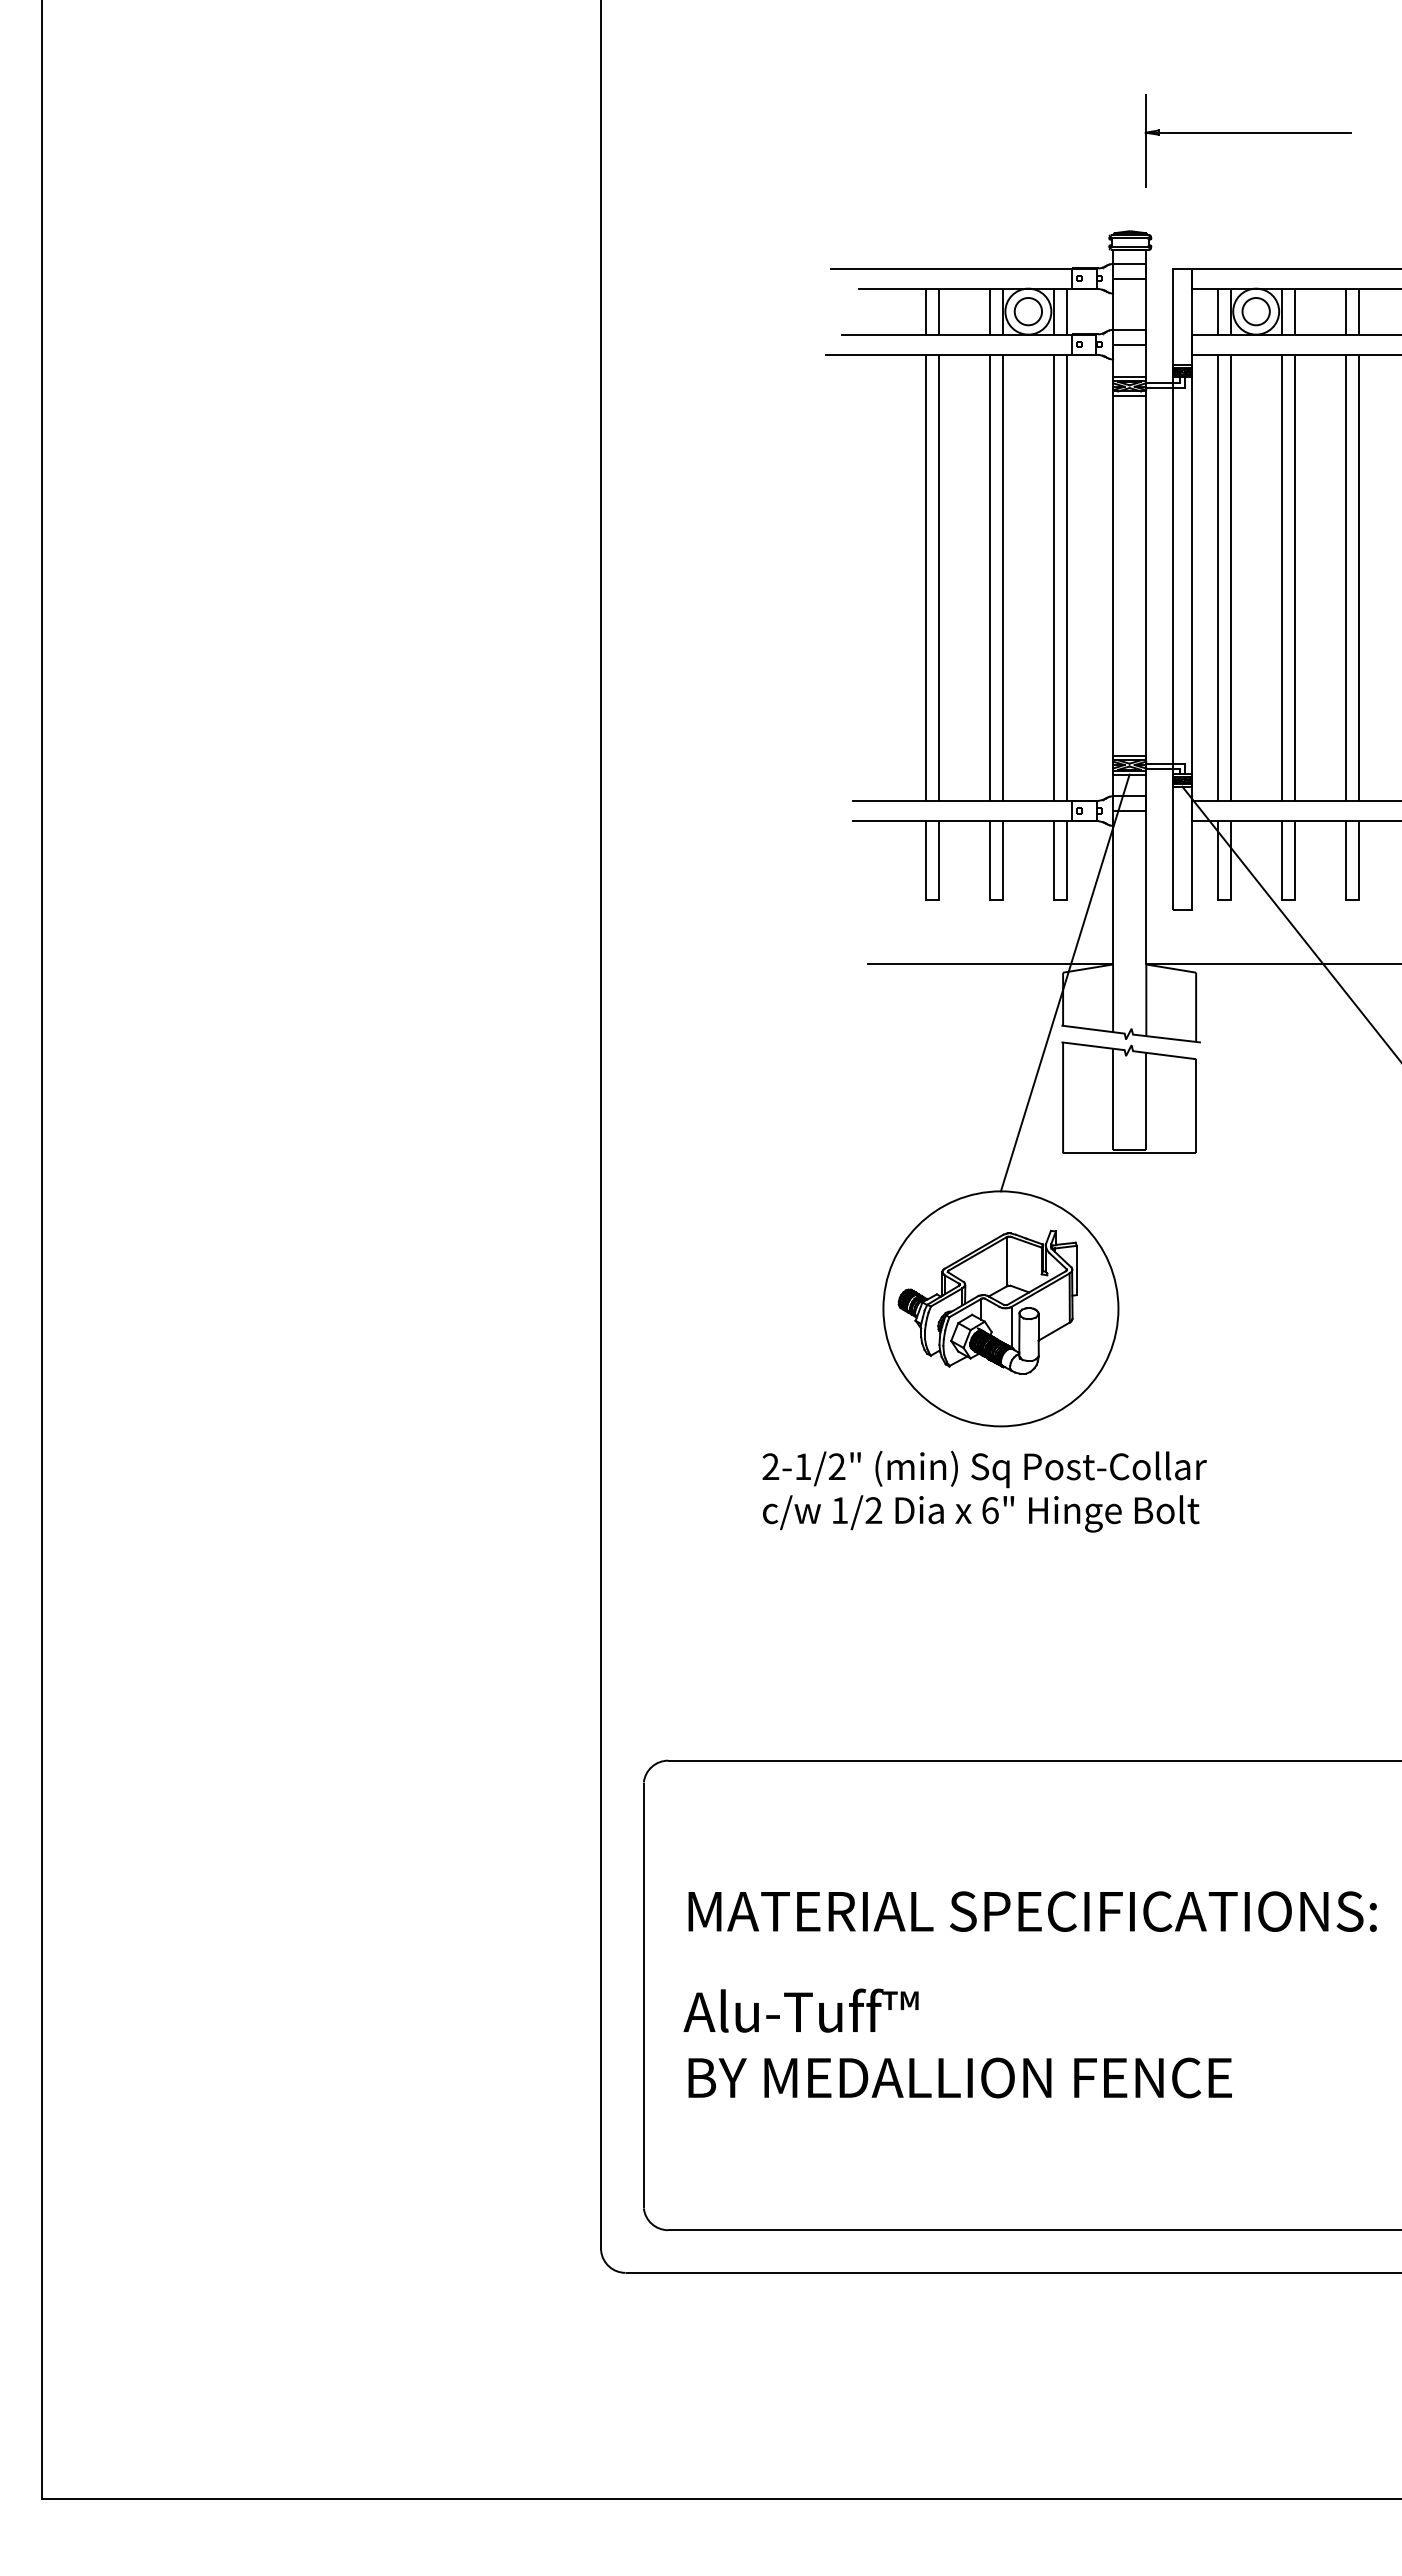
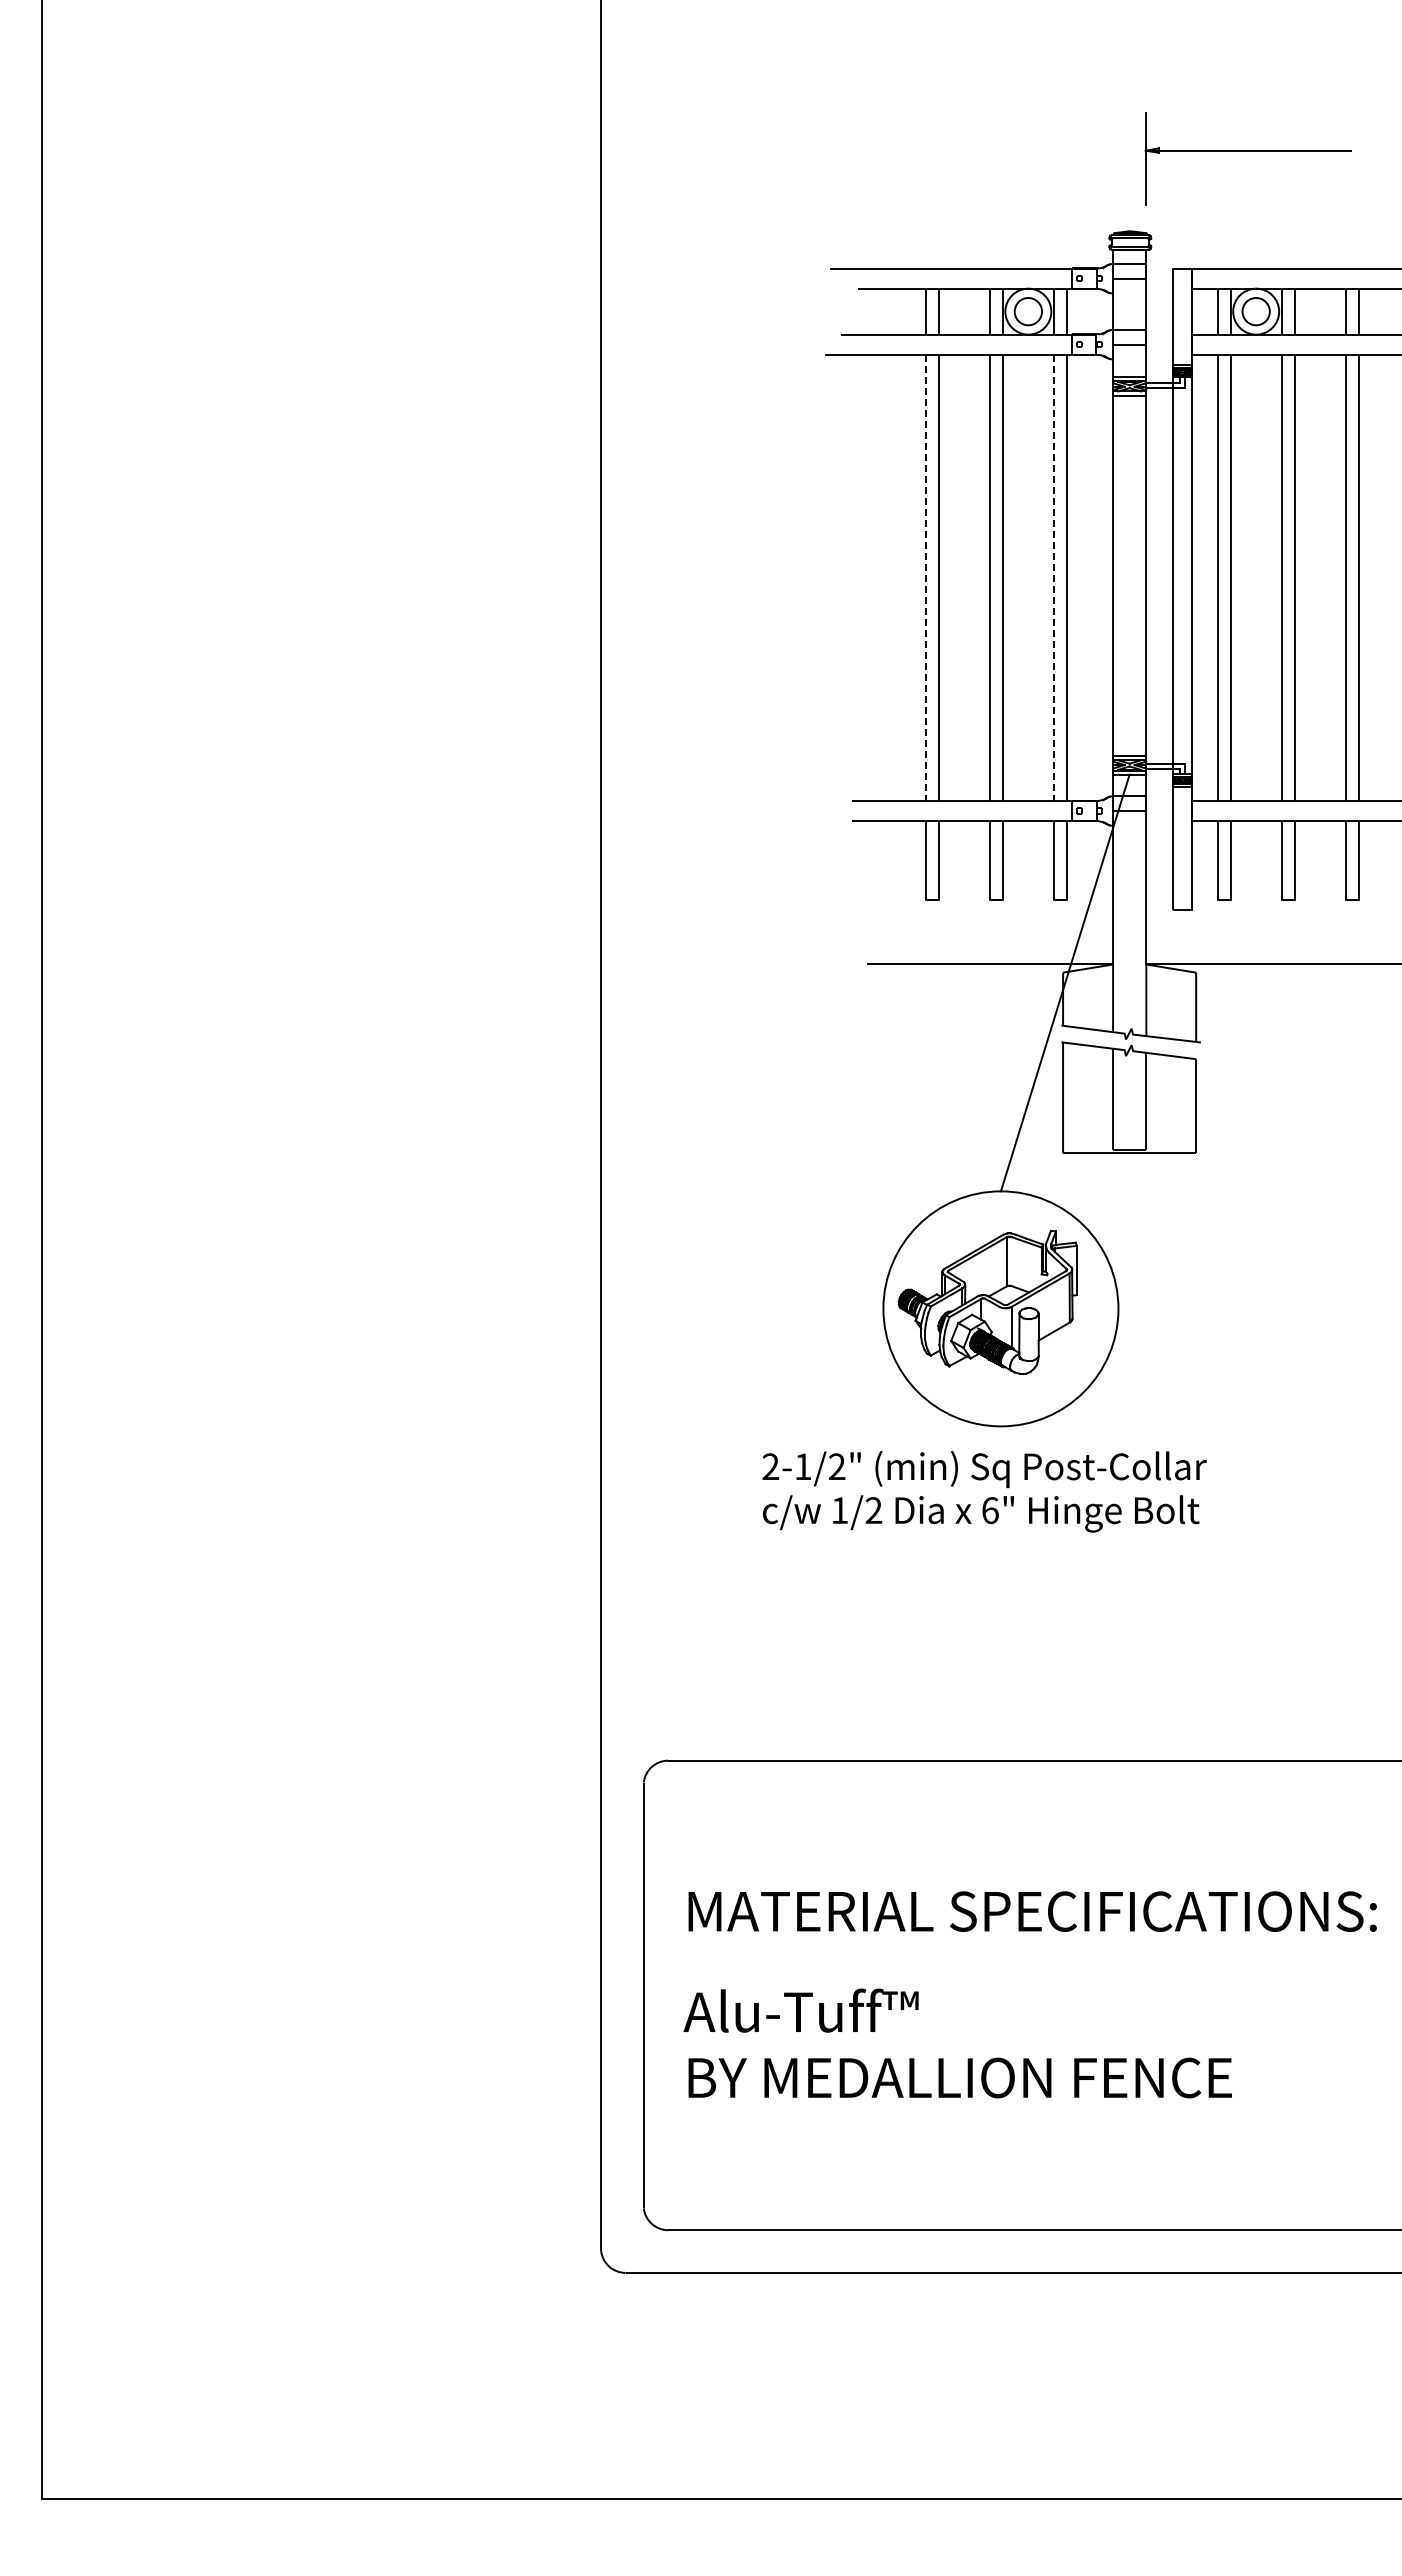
part at (1247, 133) position: (1247, 133) -> (1247, 151)
line at (925, 578): solid -> dashed
line at (1053, 578): solid -> dashed
line at (1290, 922): present -> none
